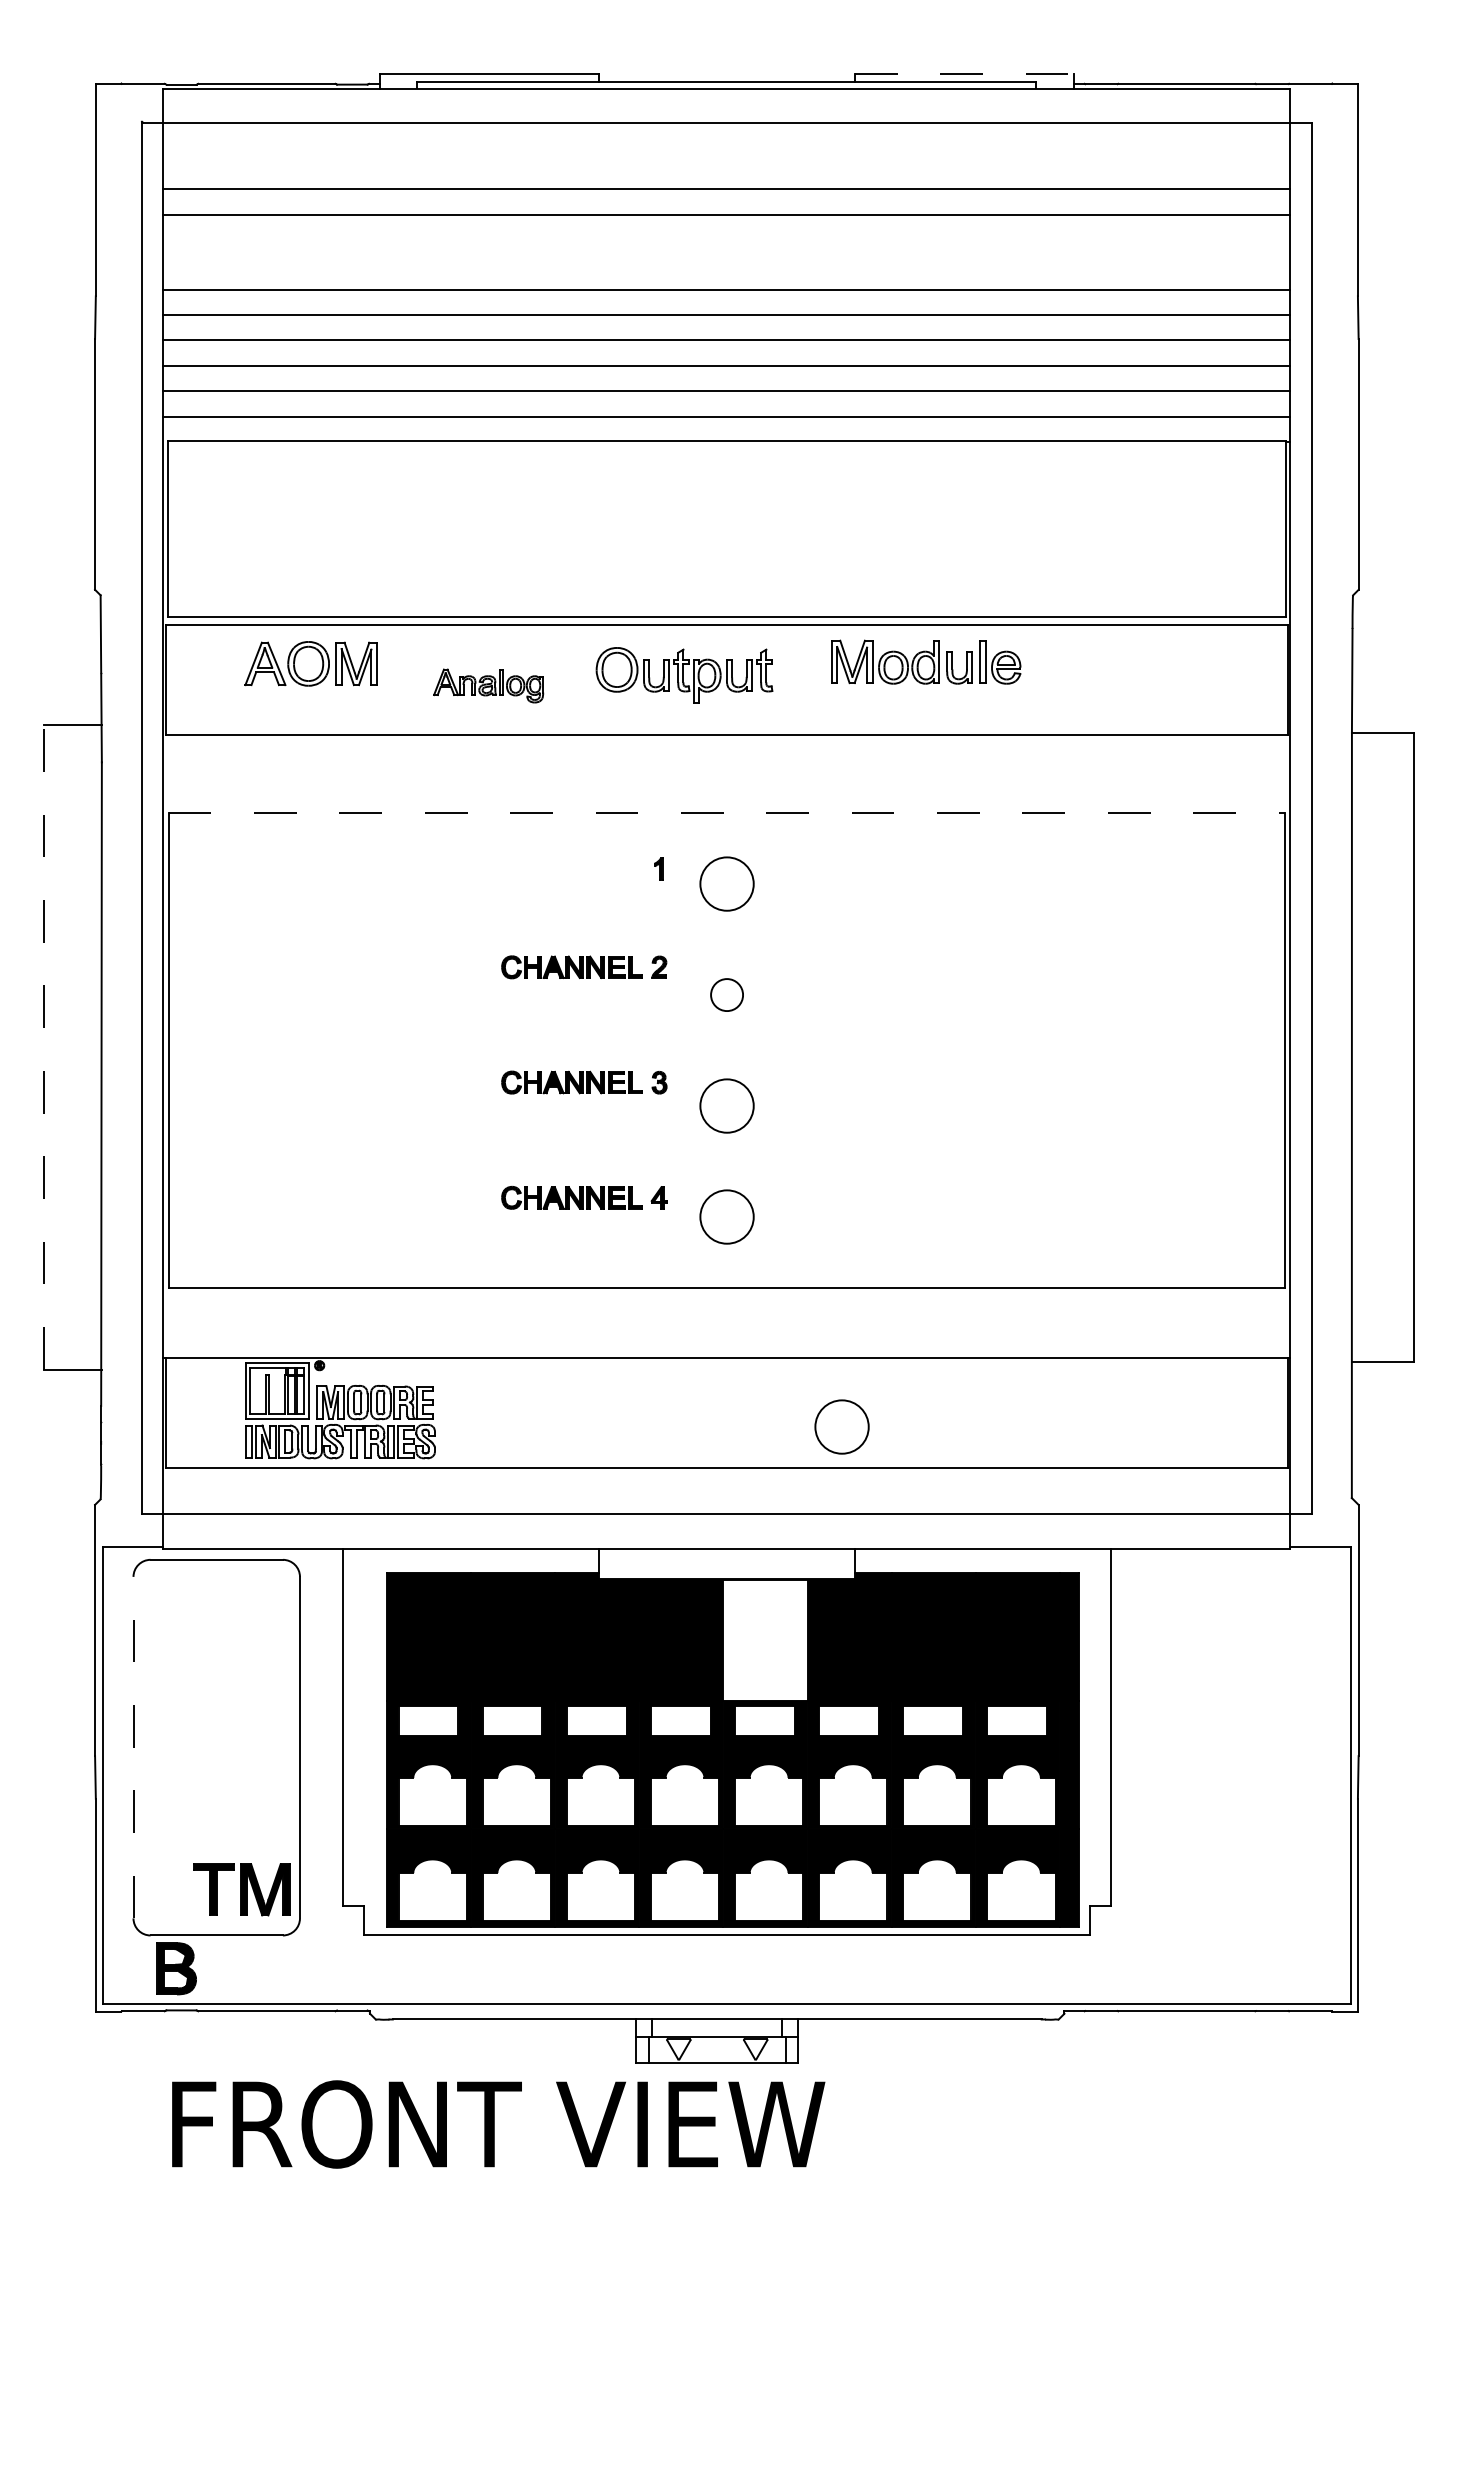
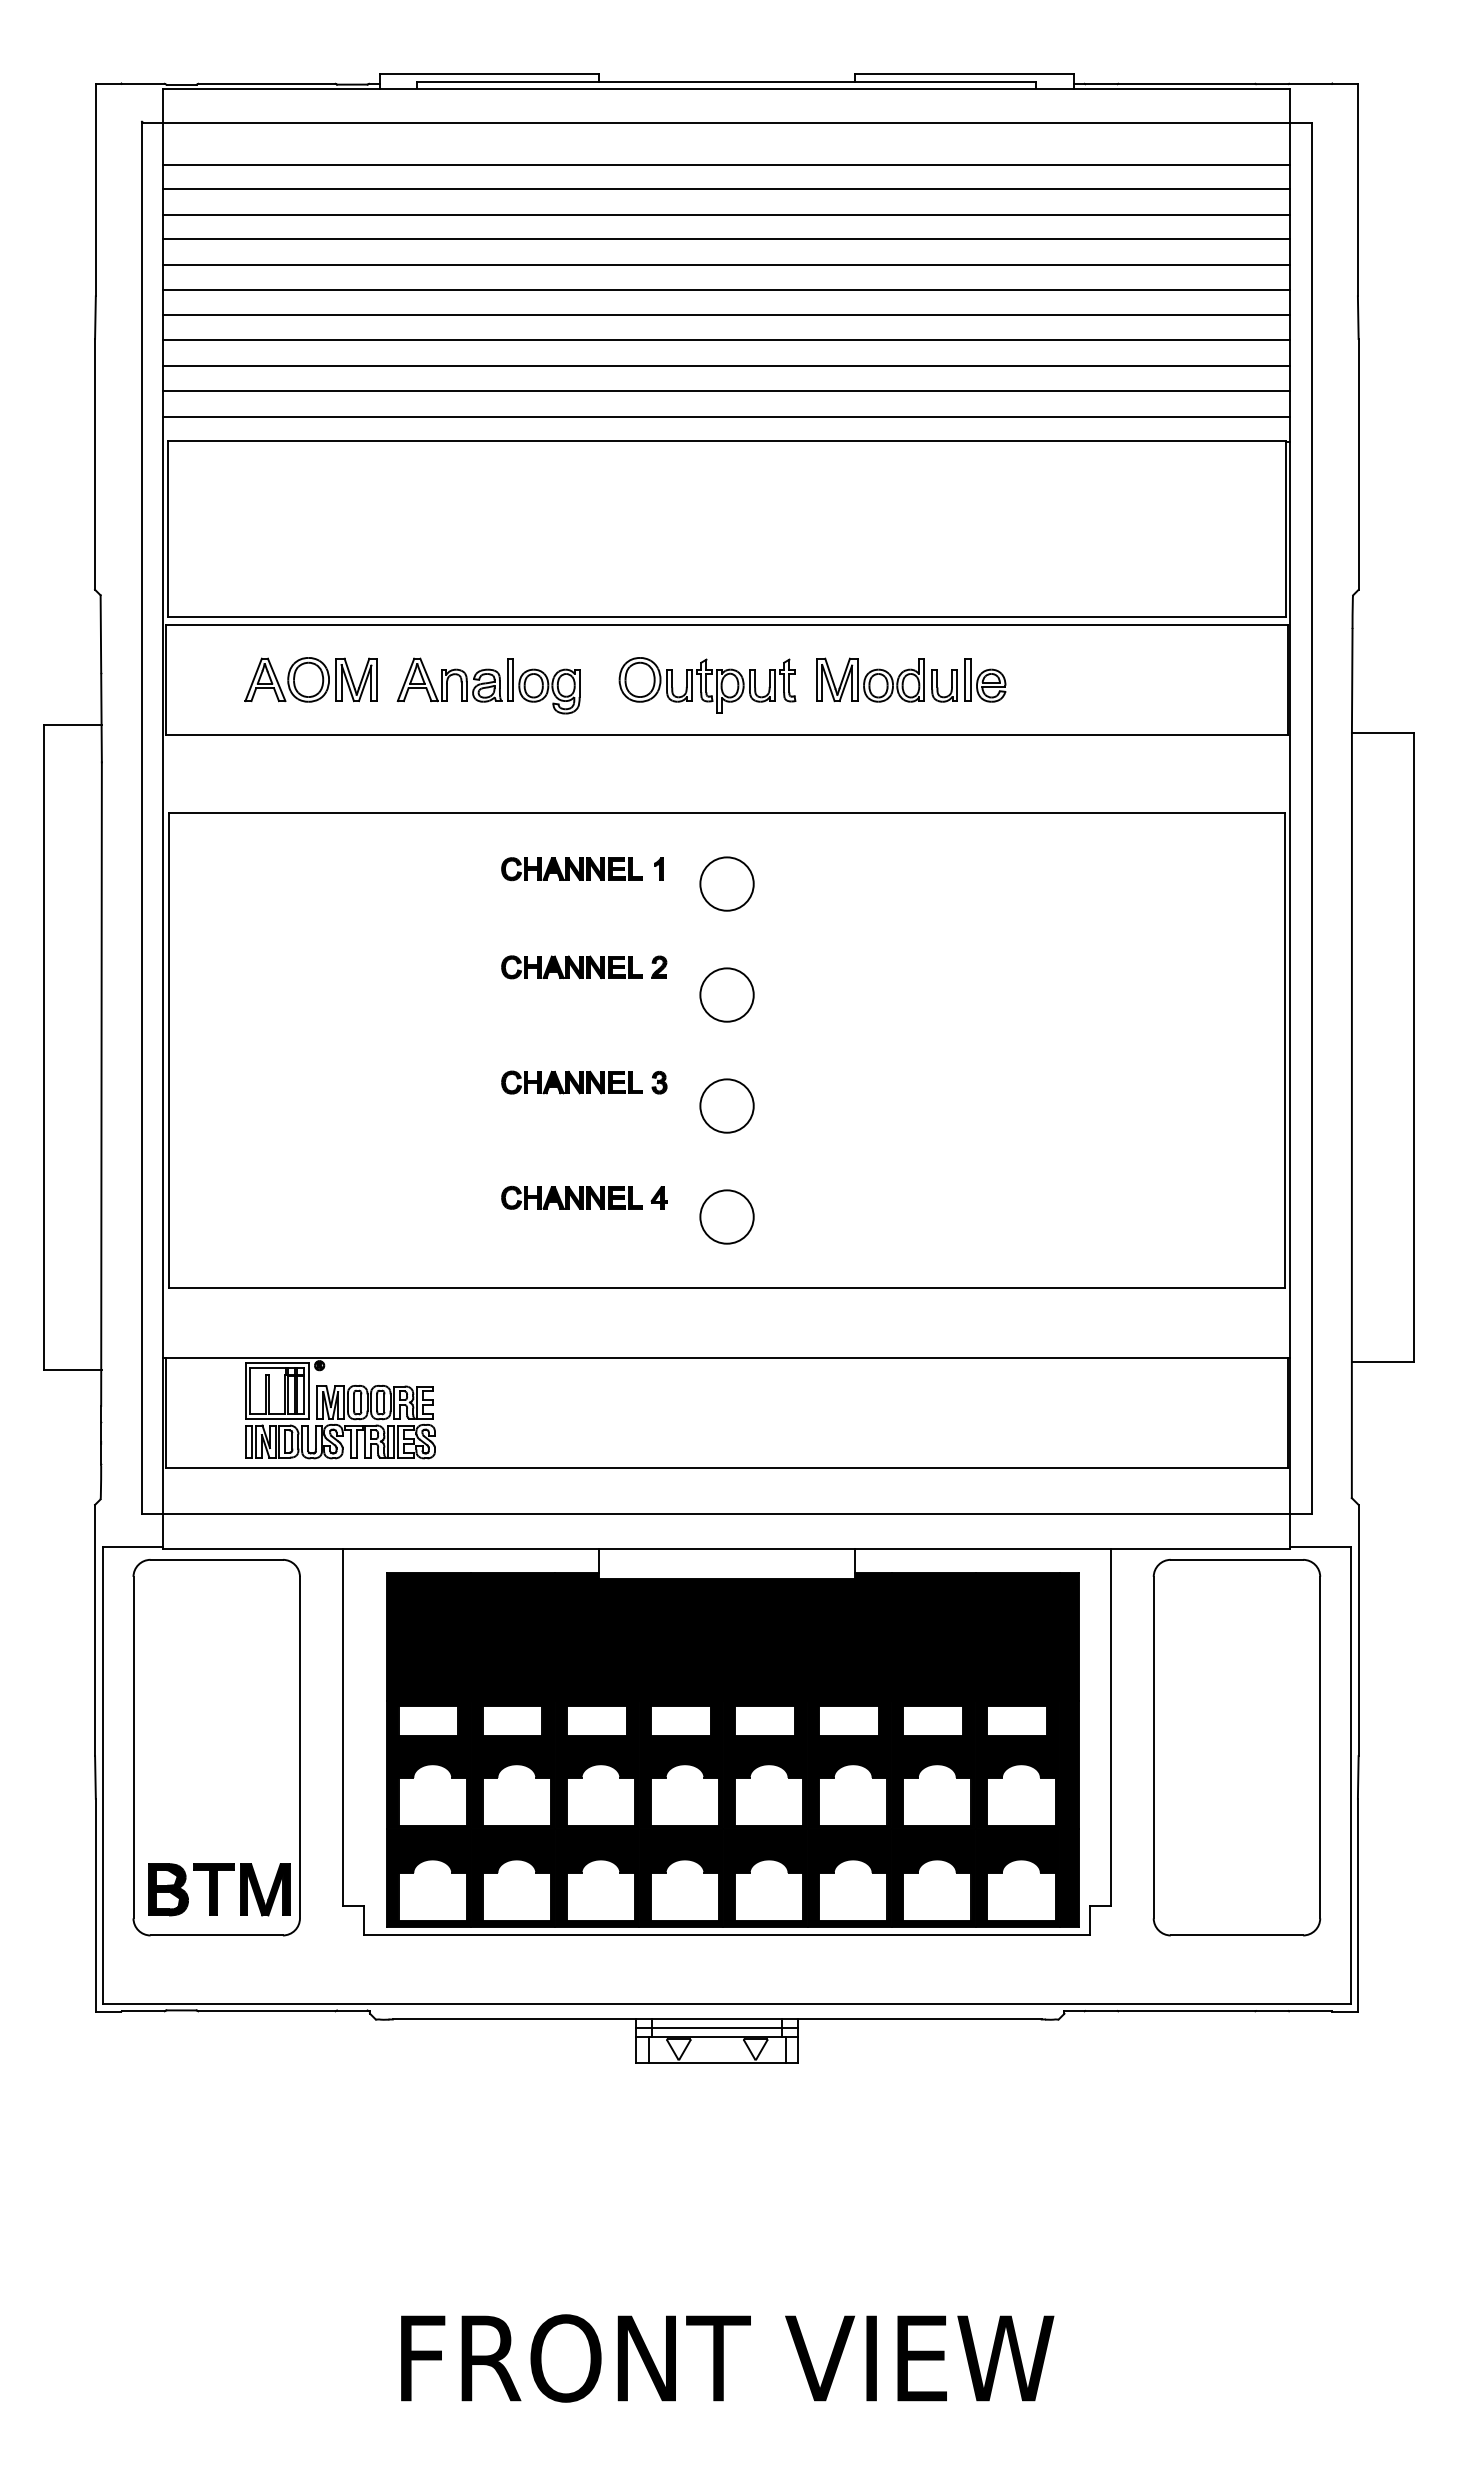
line at (964, 74): dashed -> solid
line at (726, 164): none -> present
line at (726, 239): none -> present
line at (726, 264): none -> present
part at (926, 661) position: (926, 661) -> (911, 679)
part at (310, 663) position: (310, 663) -> (310, 679)
part at (684, 675) position: (684, 675) -> (707, 685)
part at (488, 685) size: 112x36 px -> 185x58 px
line at (727, 813): dashed -> solid
part at (571, 869): none -> present
circle at (727, 995) diameter: 32 px -> 53 px
line at (43, 1047): dashed -> solid
circle at (841, 1426): present -> none
fill at (765, 1639): none -> present
line at (133, 1747): dashed -> solid
part at (1236, 1747): none -> present
part at (176, 1968) position: (176, 1968) -> (168, 1889)
line at (717, 2028): none -> present
text at (498, 2124) position: (498, 2124) -> (727, 2358)
